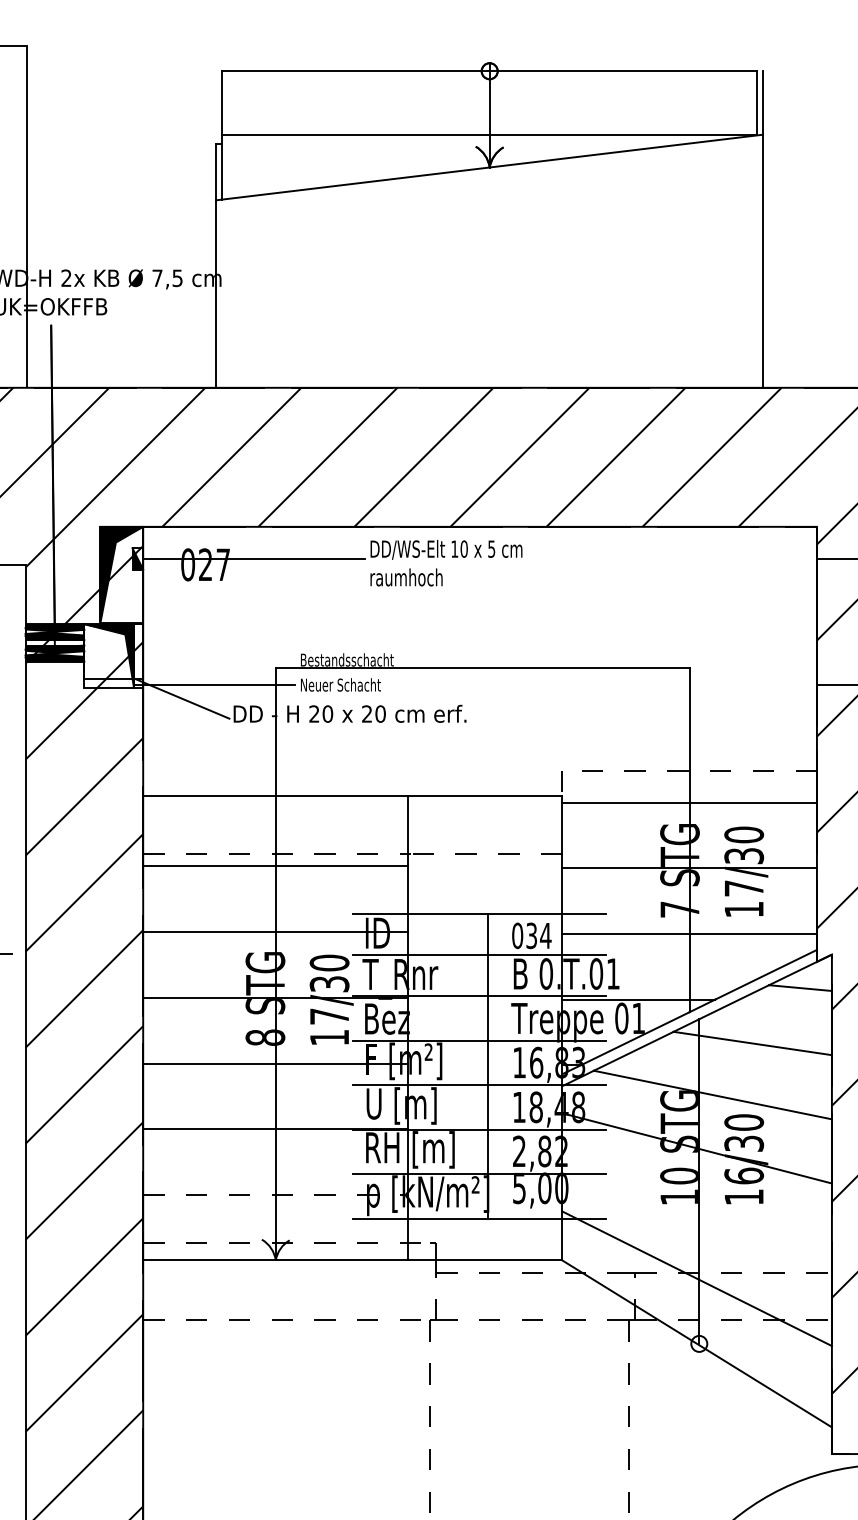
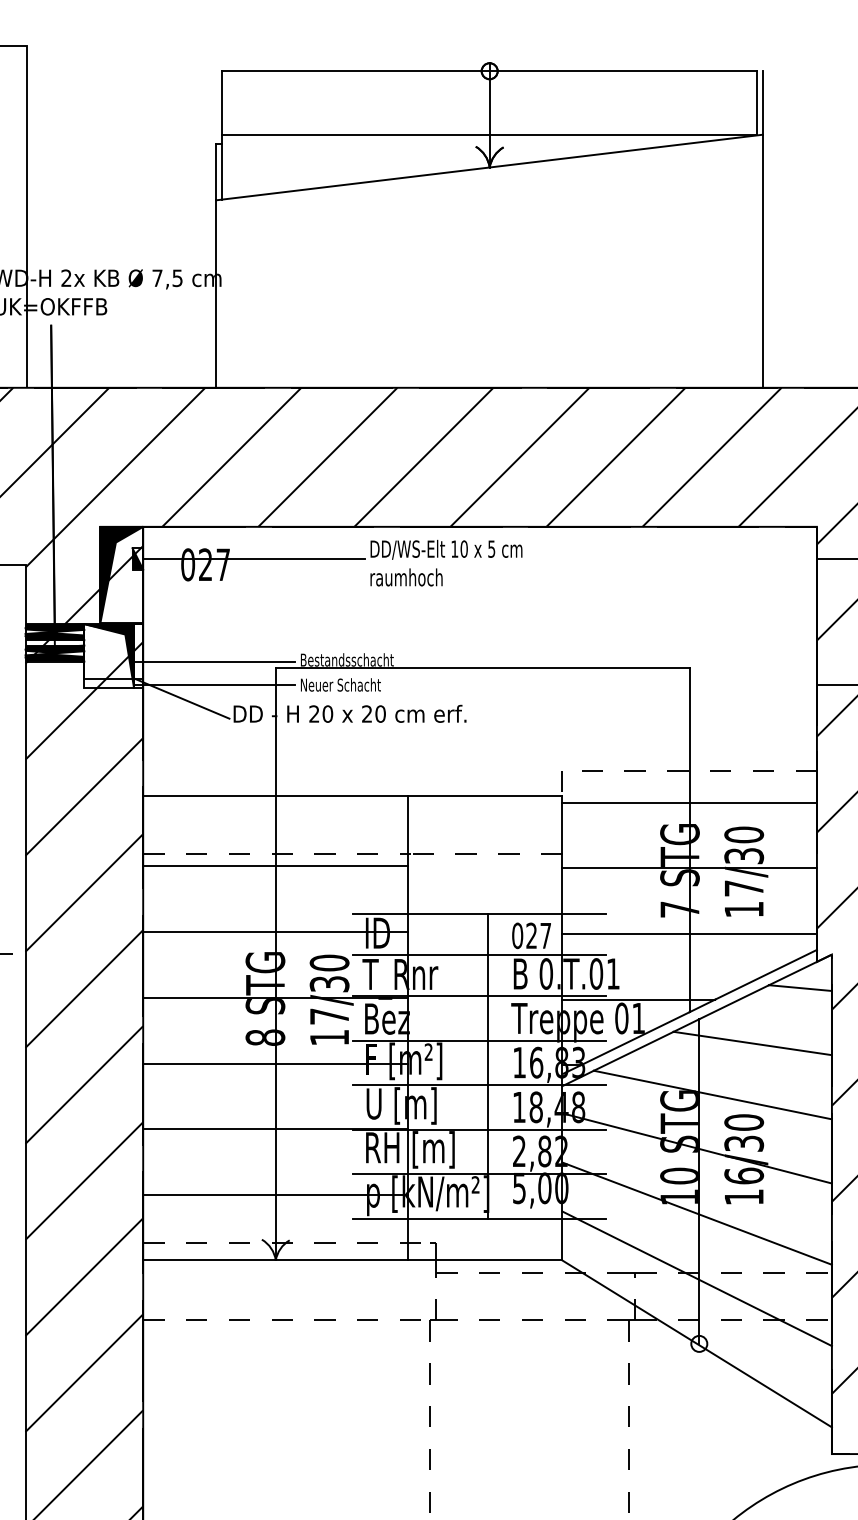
line at (214, 662): none -> present
text at (538, 935): 034 -> 027
line at (275, 1194): dashed -> solid
line at (696, 1213): none -> present
